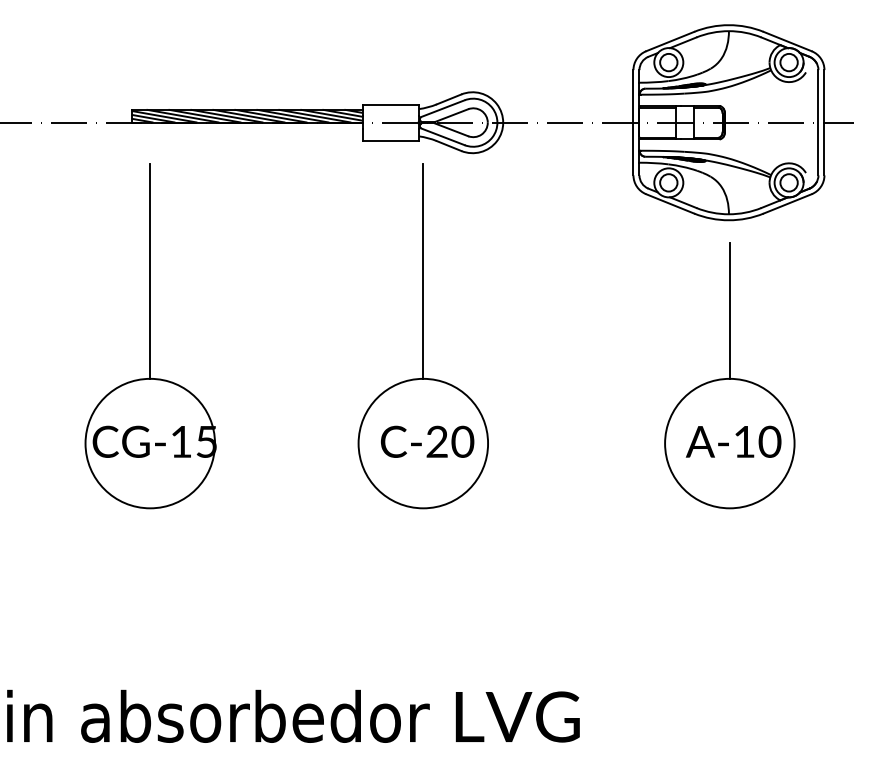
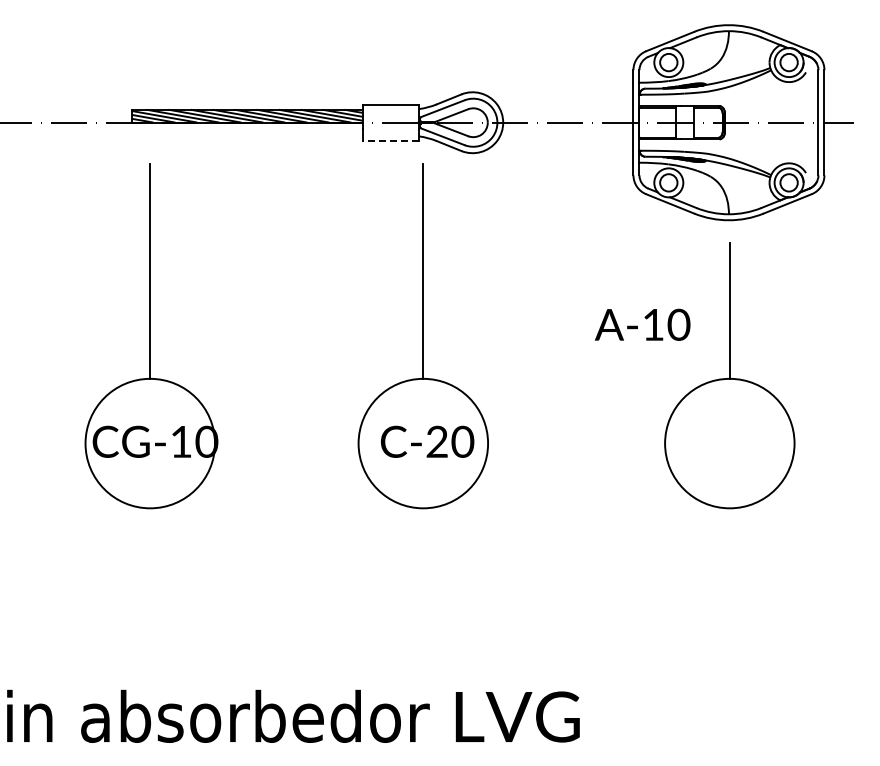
line at (390, 140): solid -> dashed
text at (206, 441): CG-15 -> CG-10
text at (733, 441) position: (733, 441) -> (642, 324)
